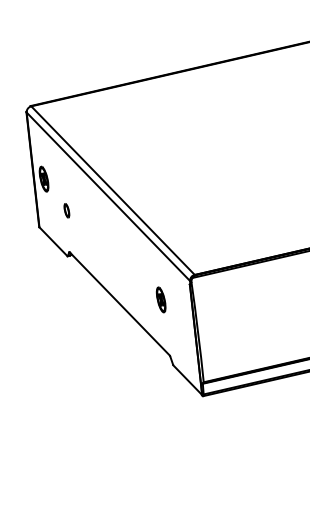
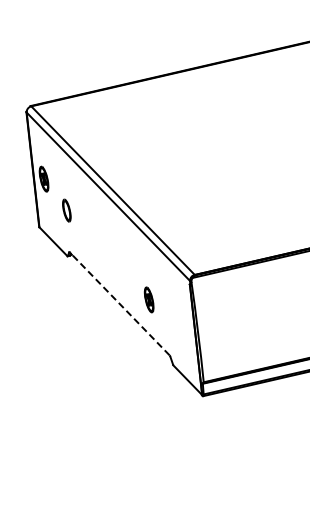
part at (66, 210) size: 8x16 px -> 10x25 px
part at (160, 299) position: (160, 299) -> (148, 299)
line at (119, 303): solid -> dashed
